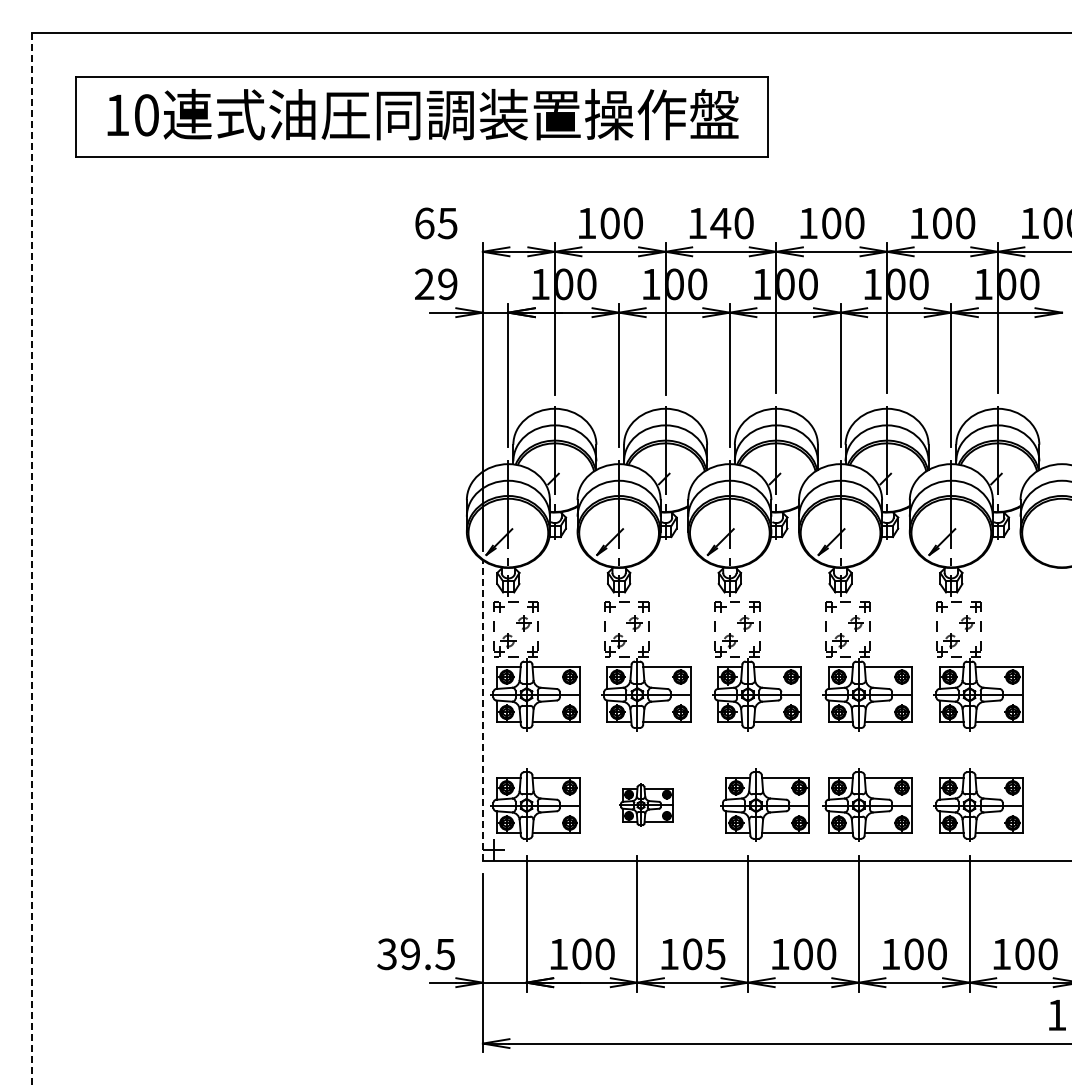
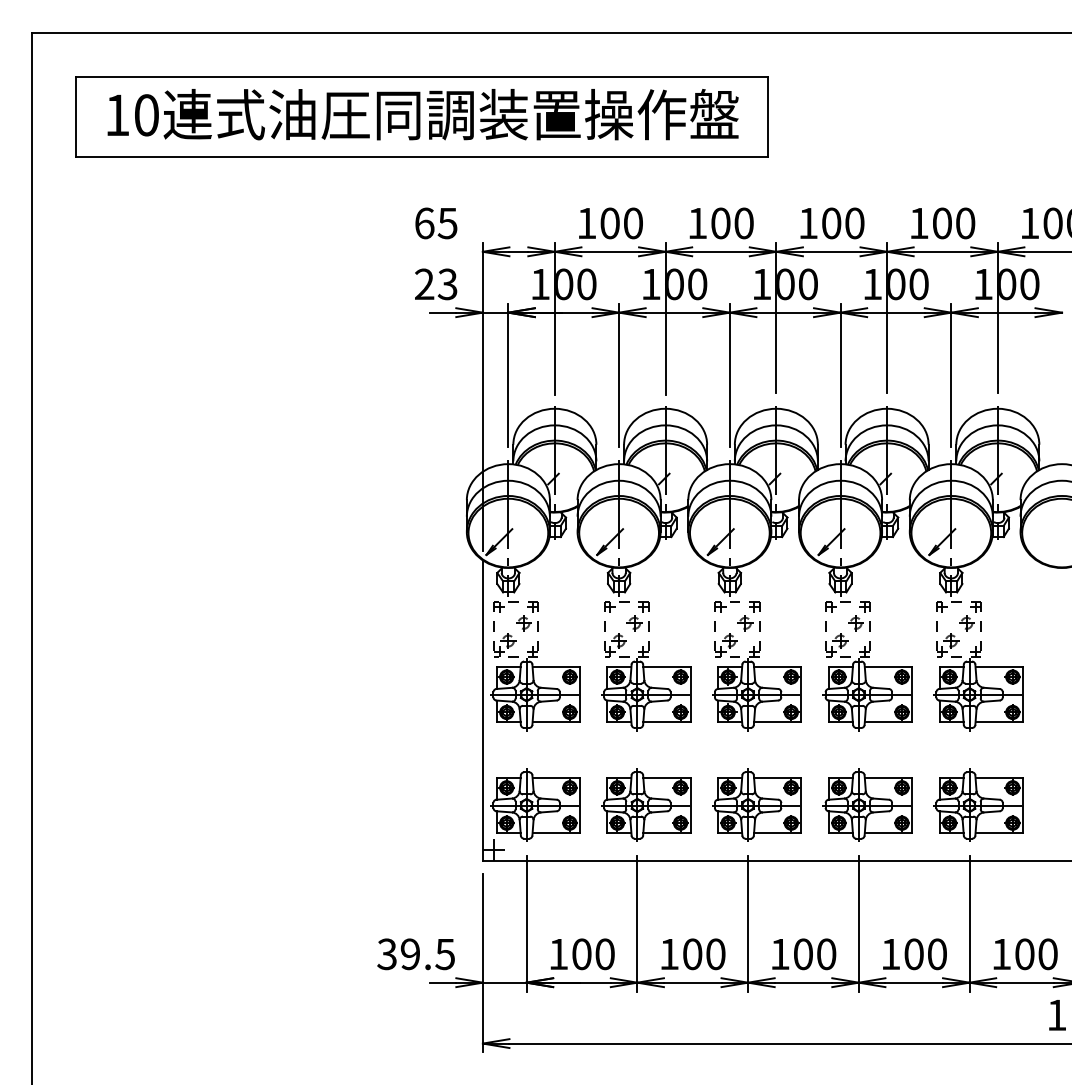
text at (720, 223): 140 -> 100
text at (447, 284): 29 -> 23
line at (32, 558): dashed -> solid
line at (482, 710): dashed -> solid
part at (646, 804) size: 55x44 px -> 91x74 px
part at (764, 804) position: (764, 804) -> (756, 804)
text at (715, 954): 105 -> 100
